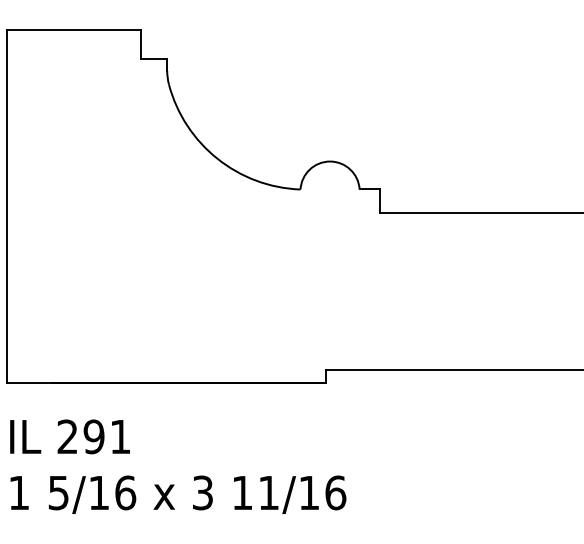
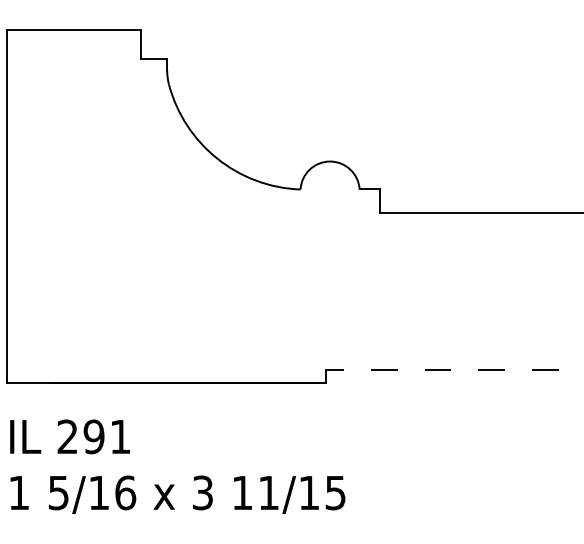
line at (454, 369): solid -> dashed
text at (335, 492): 11/16 -> 11/15
